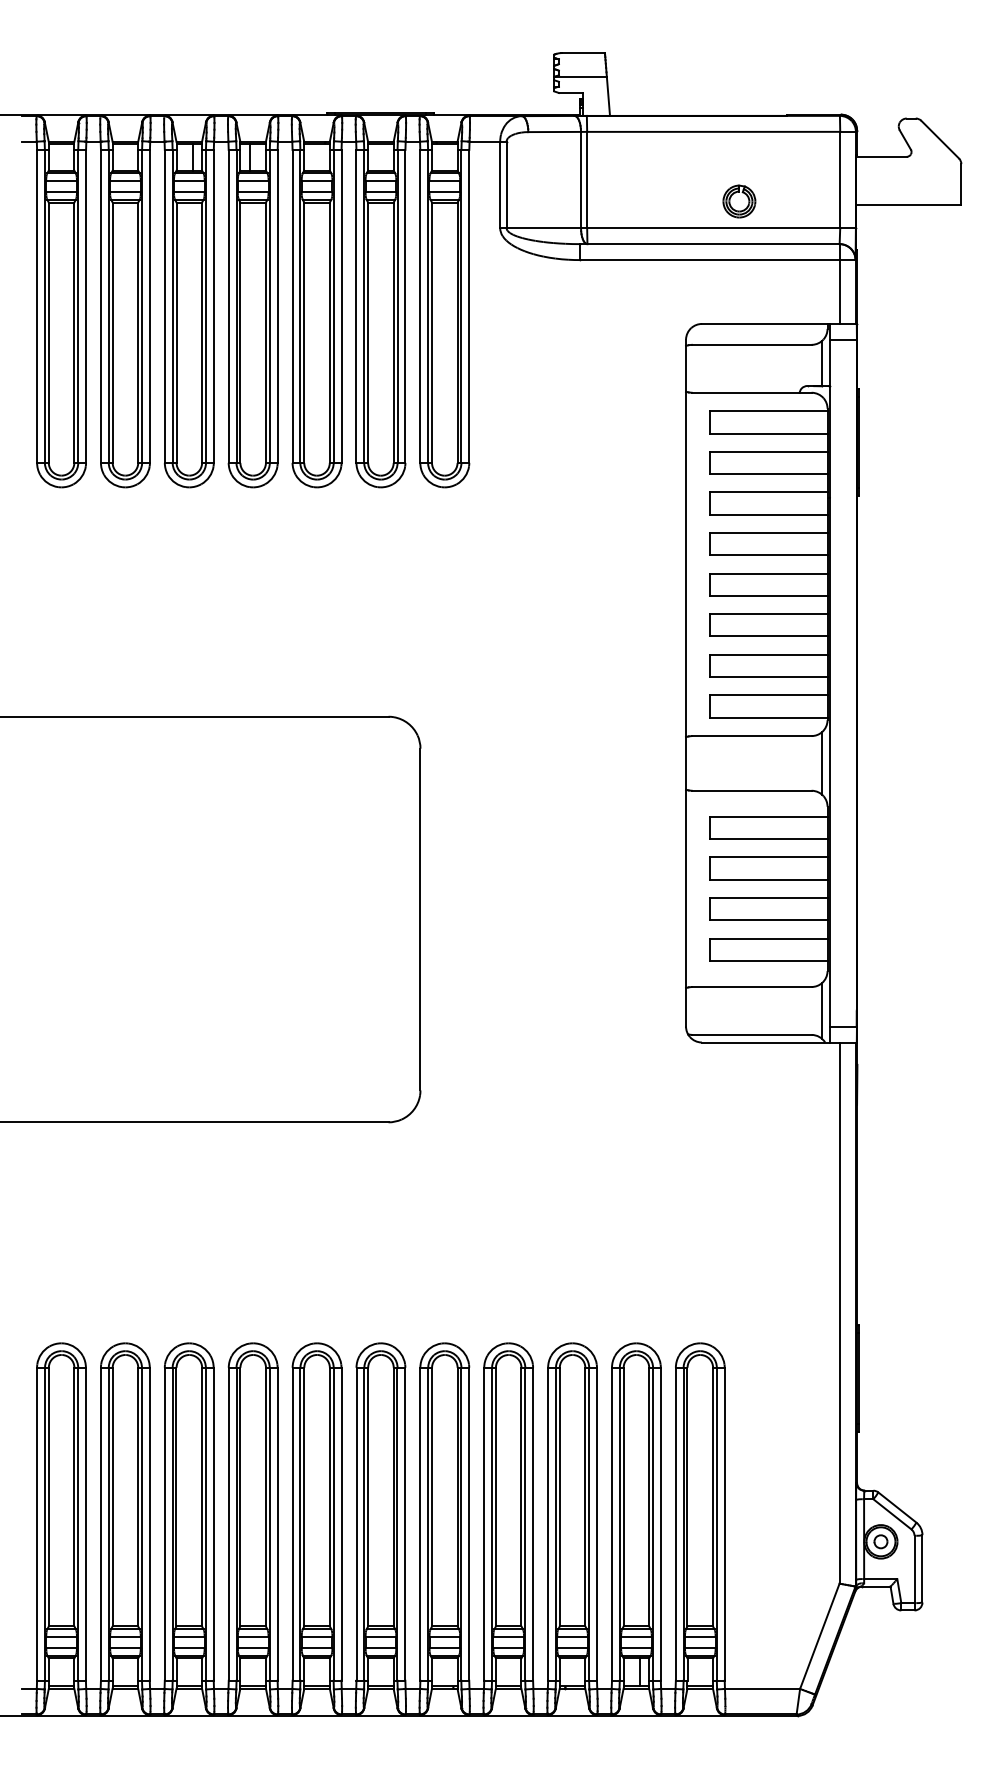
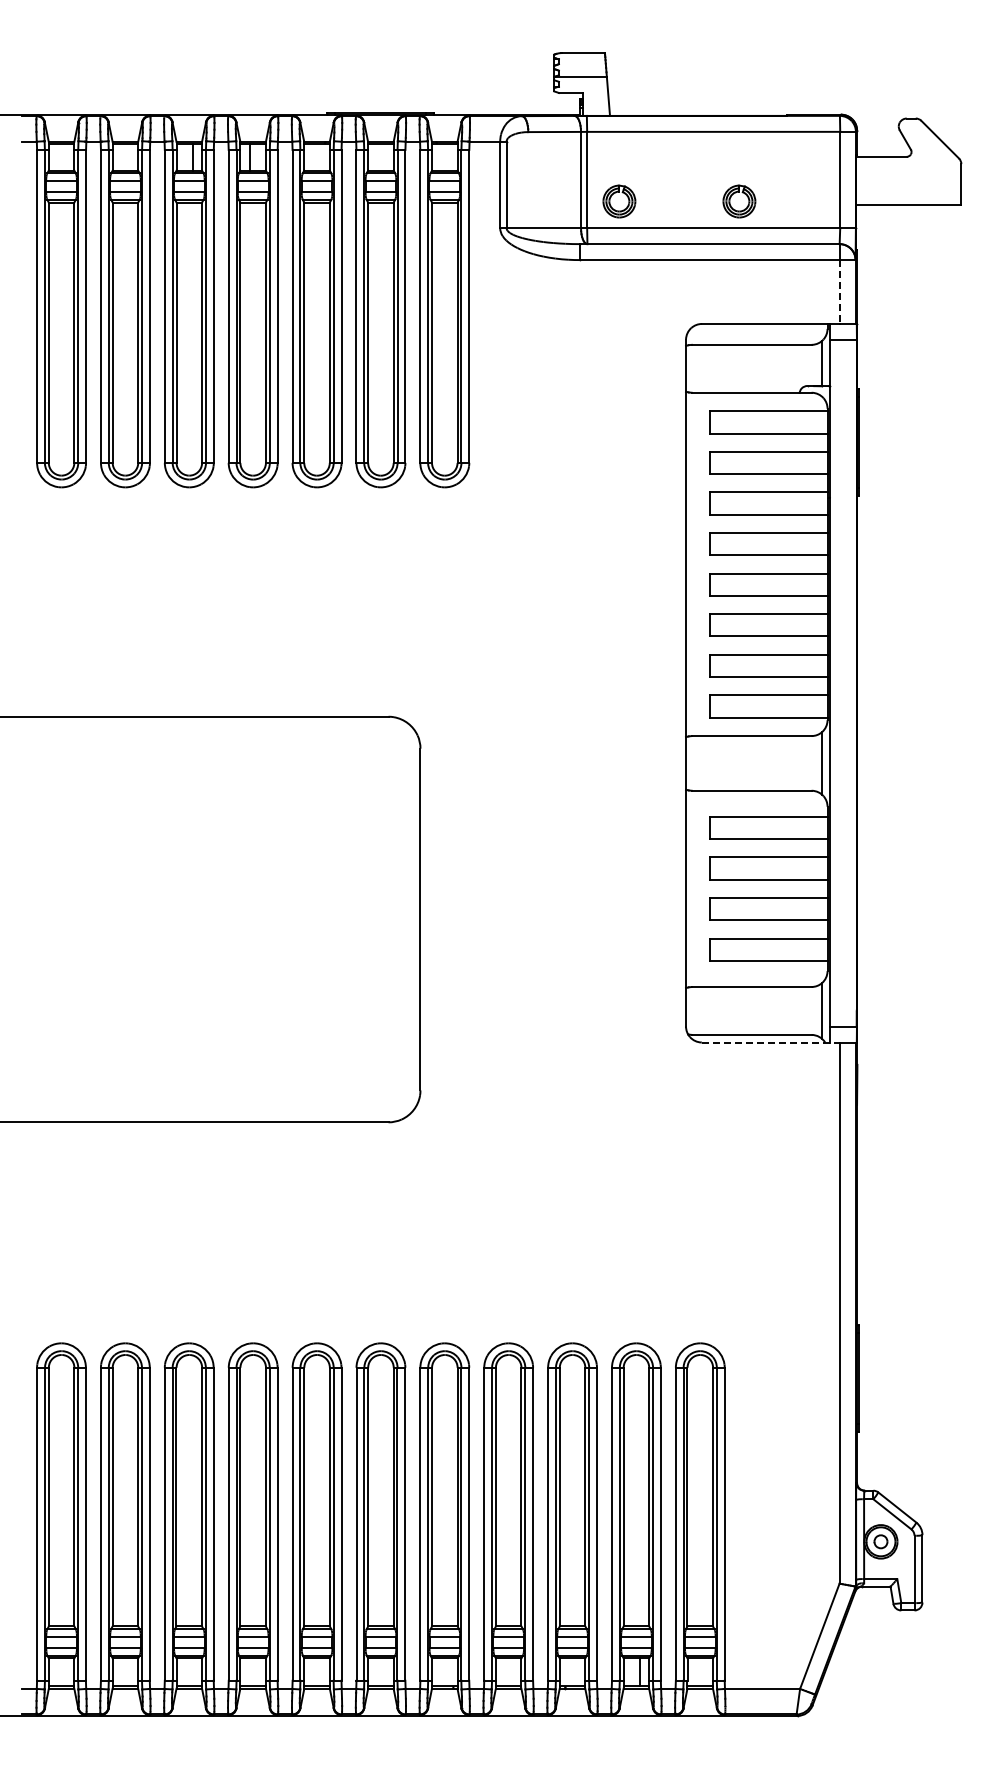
part at (619, 201): none -> present
line at (839, 292): solid -> dashed
line at (770, 1042): solid -> dashed
